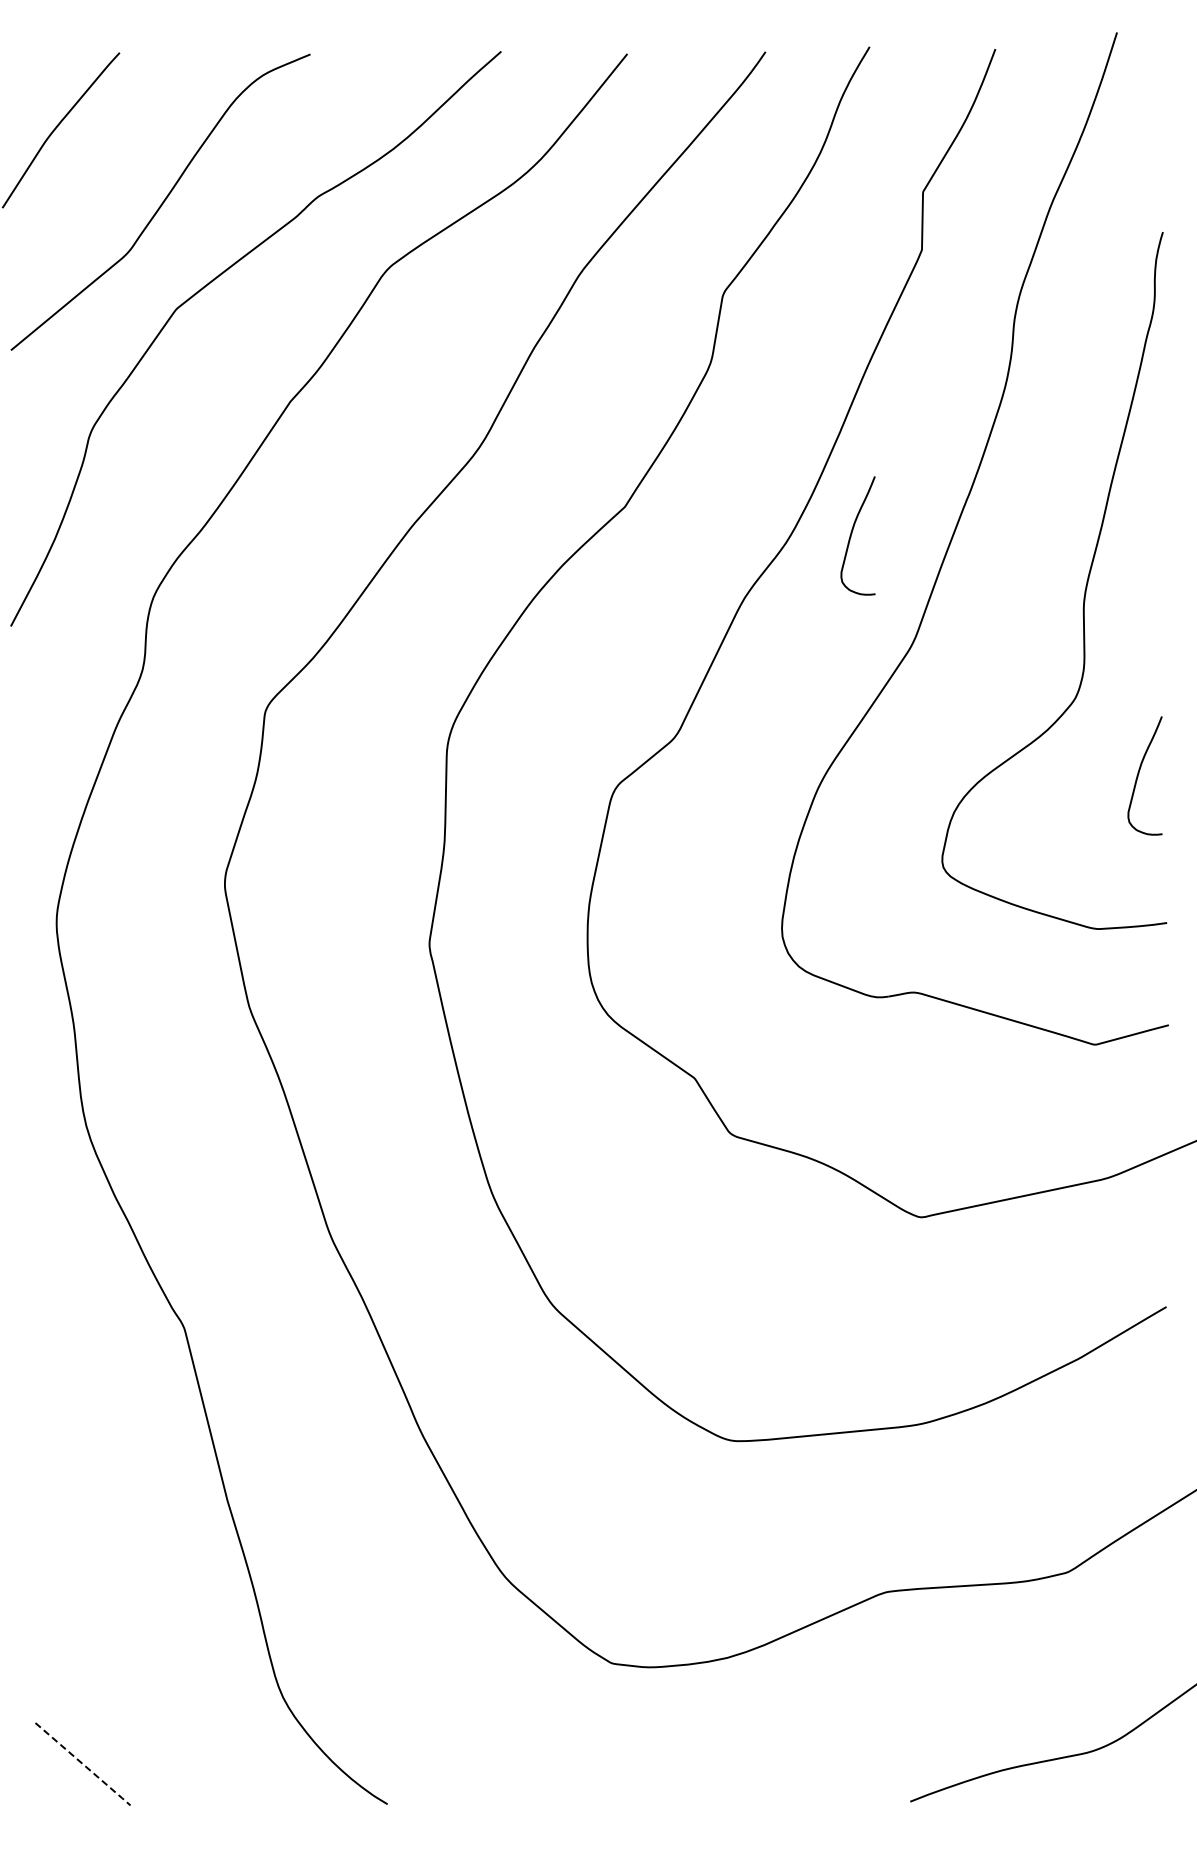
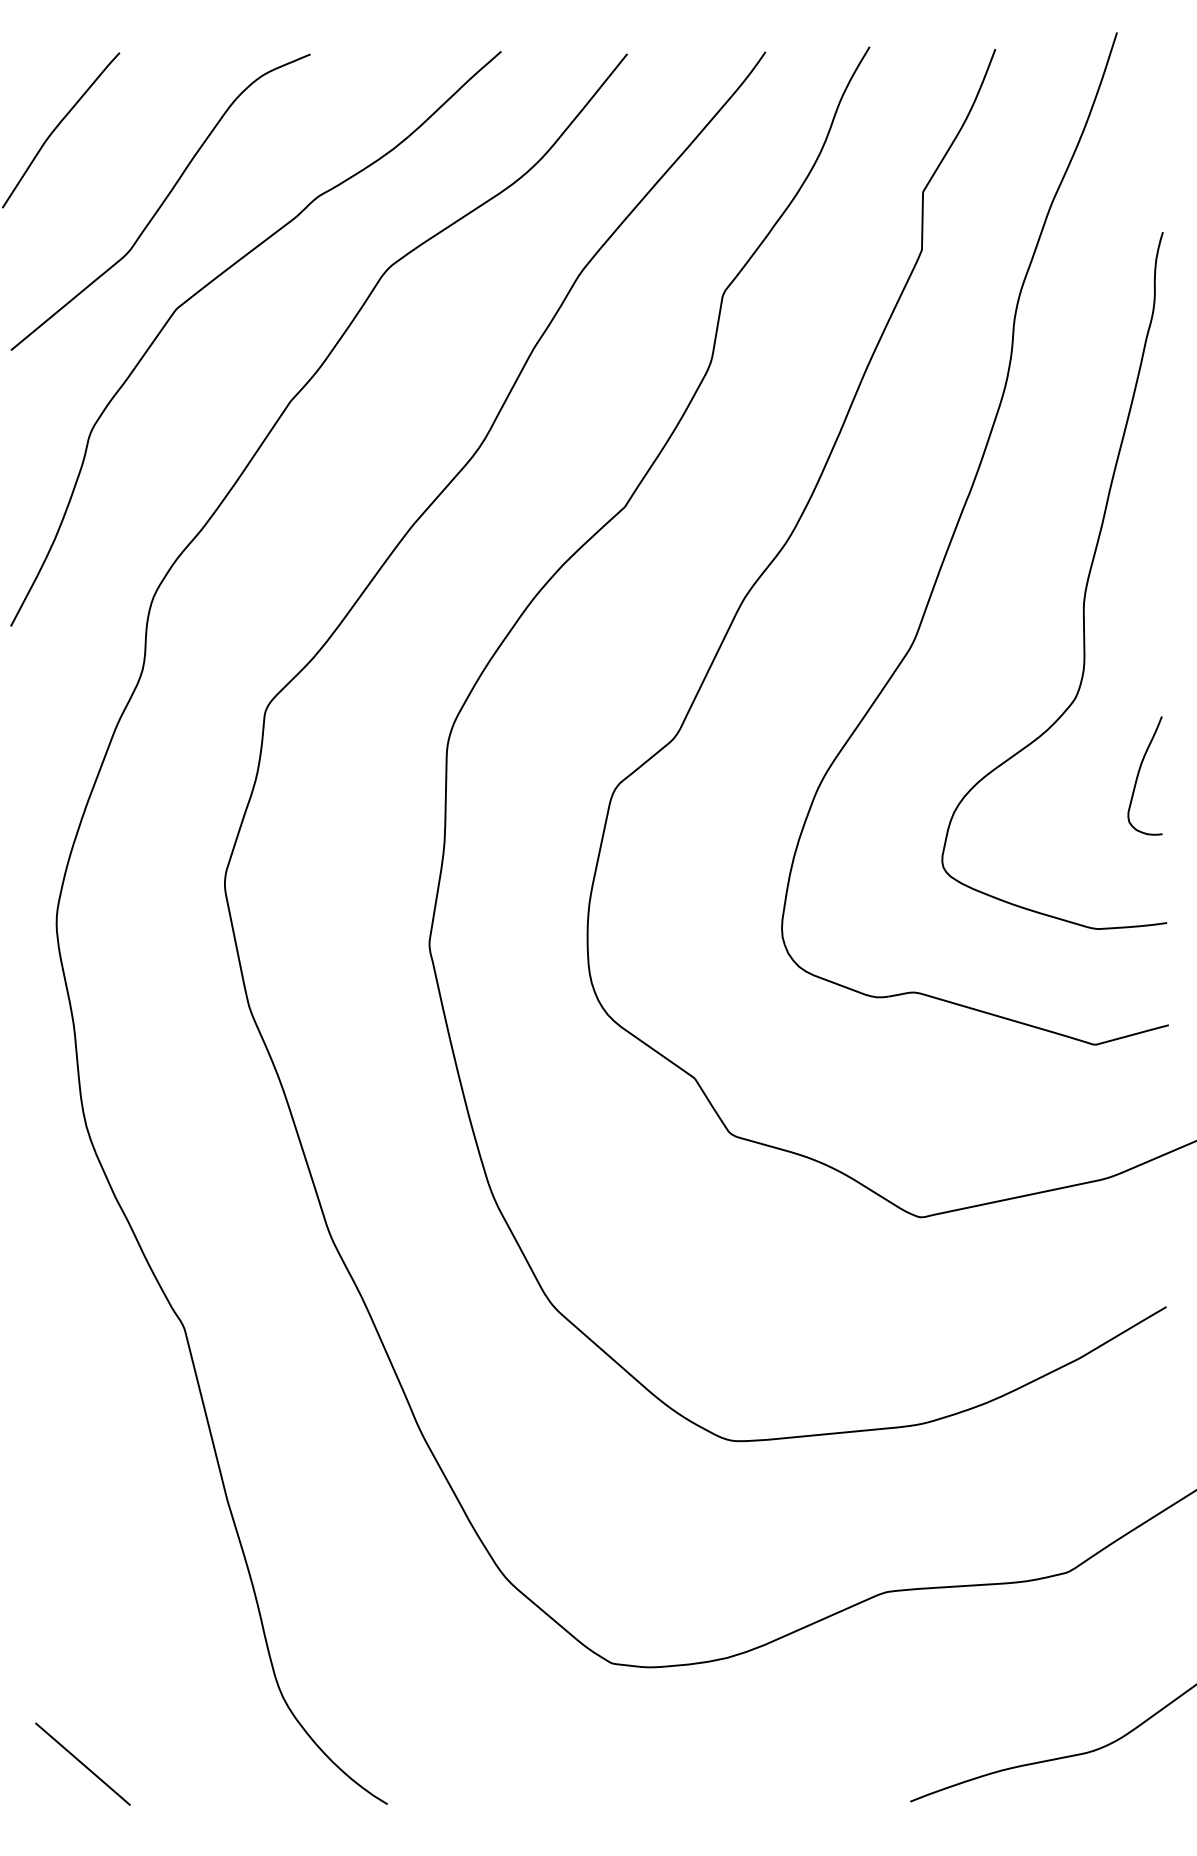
curve at (852, 533): present -> none
line at (83, 1764): dashed -> solid
